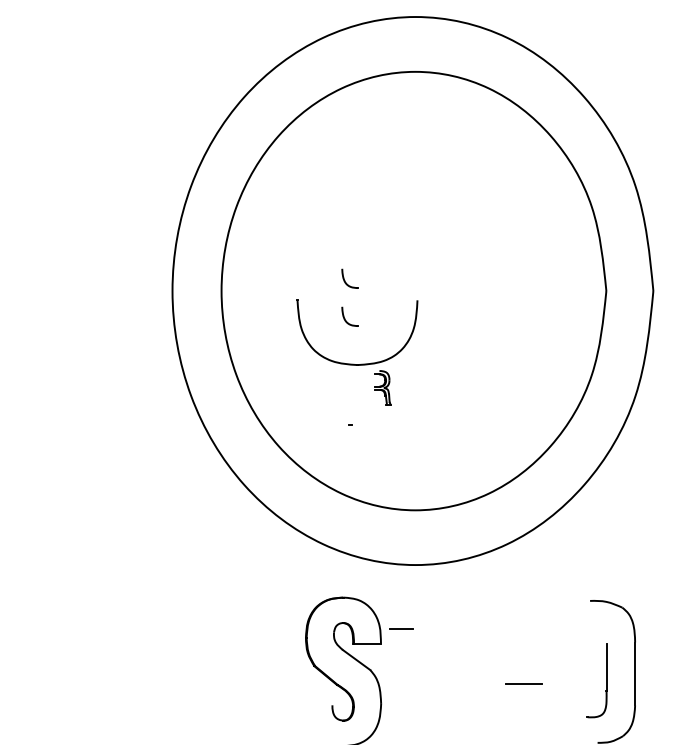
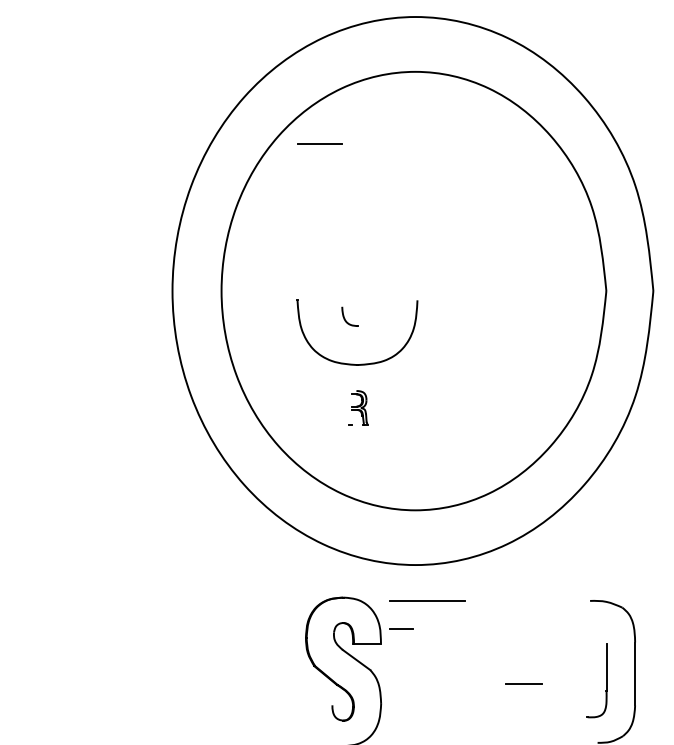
line at (319, 144): none -> present
part at (349, 278): present -> none
part at (382, 387) position: (382, 387) -> (359, 407)
line at (427, 600): none -> present
